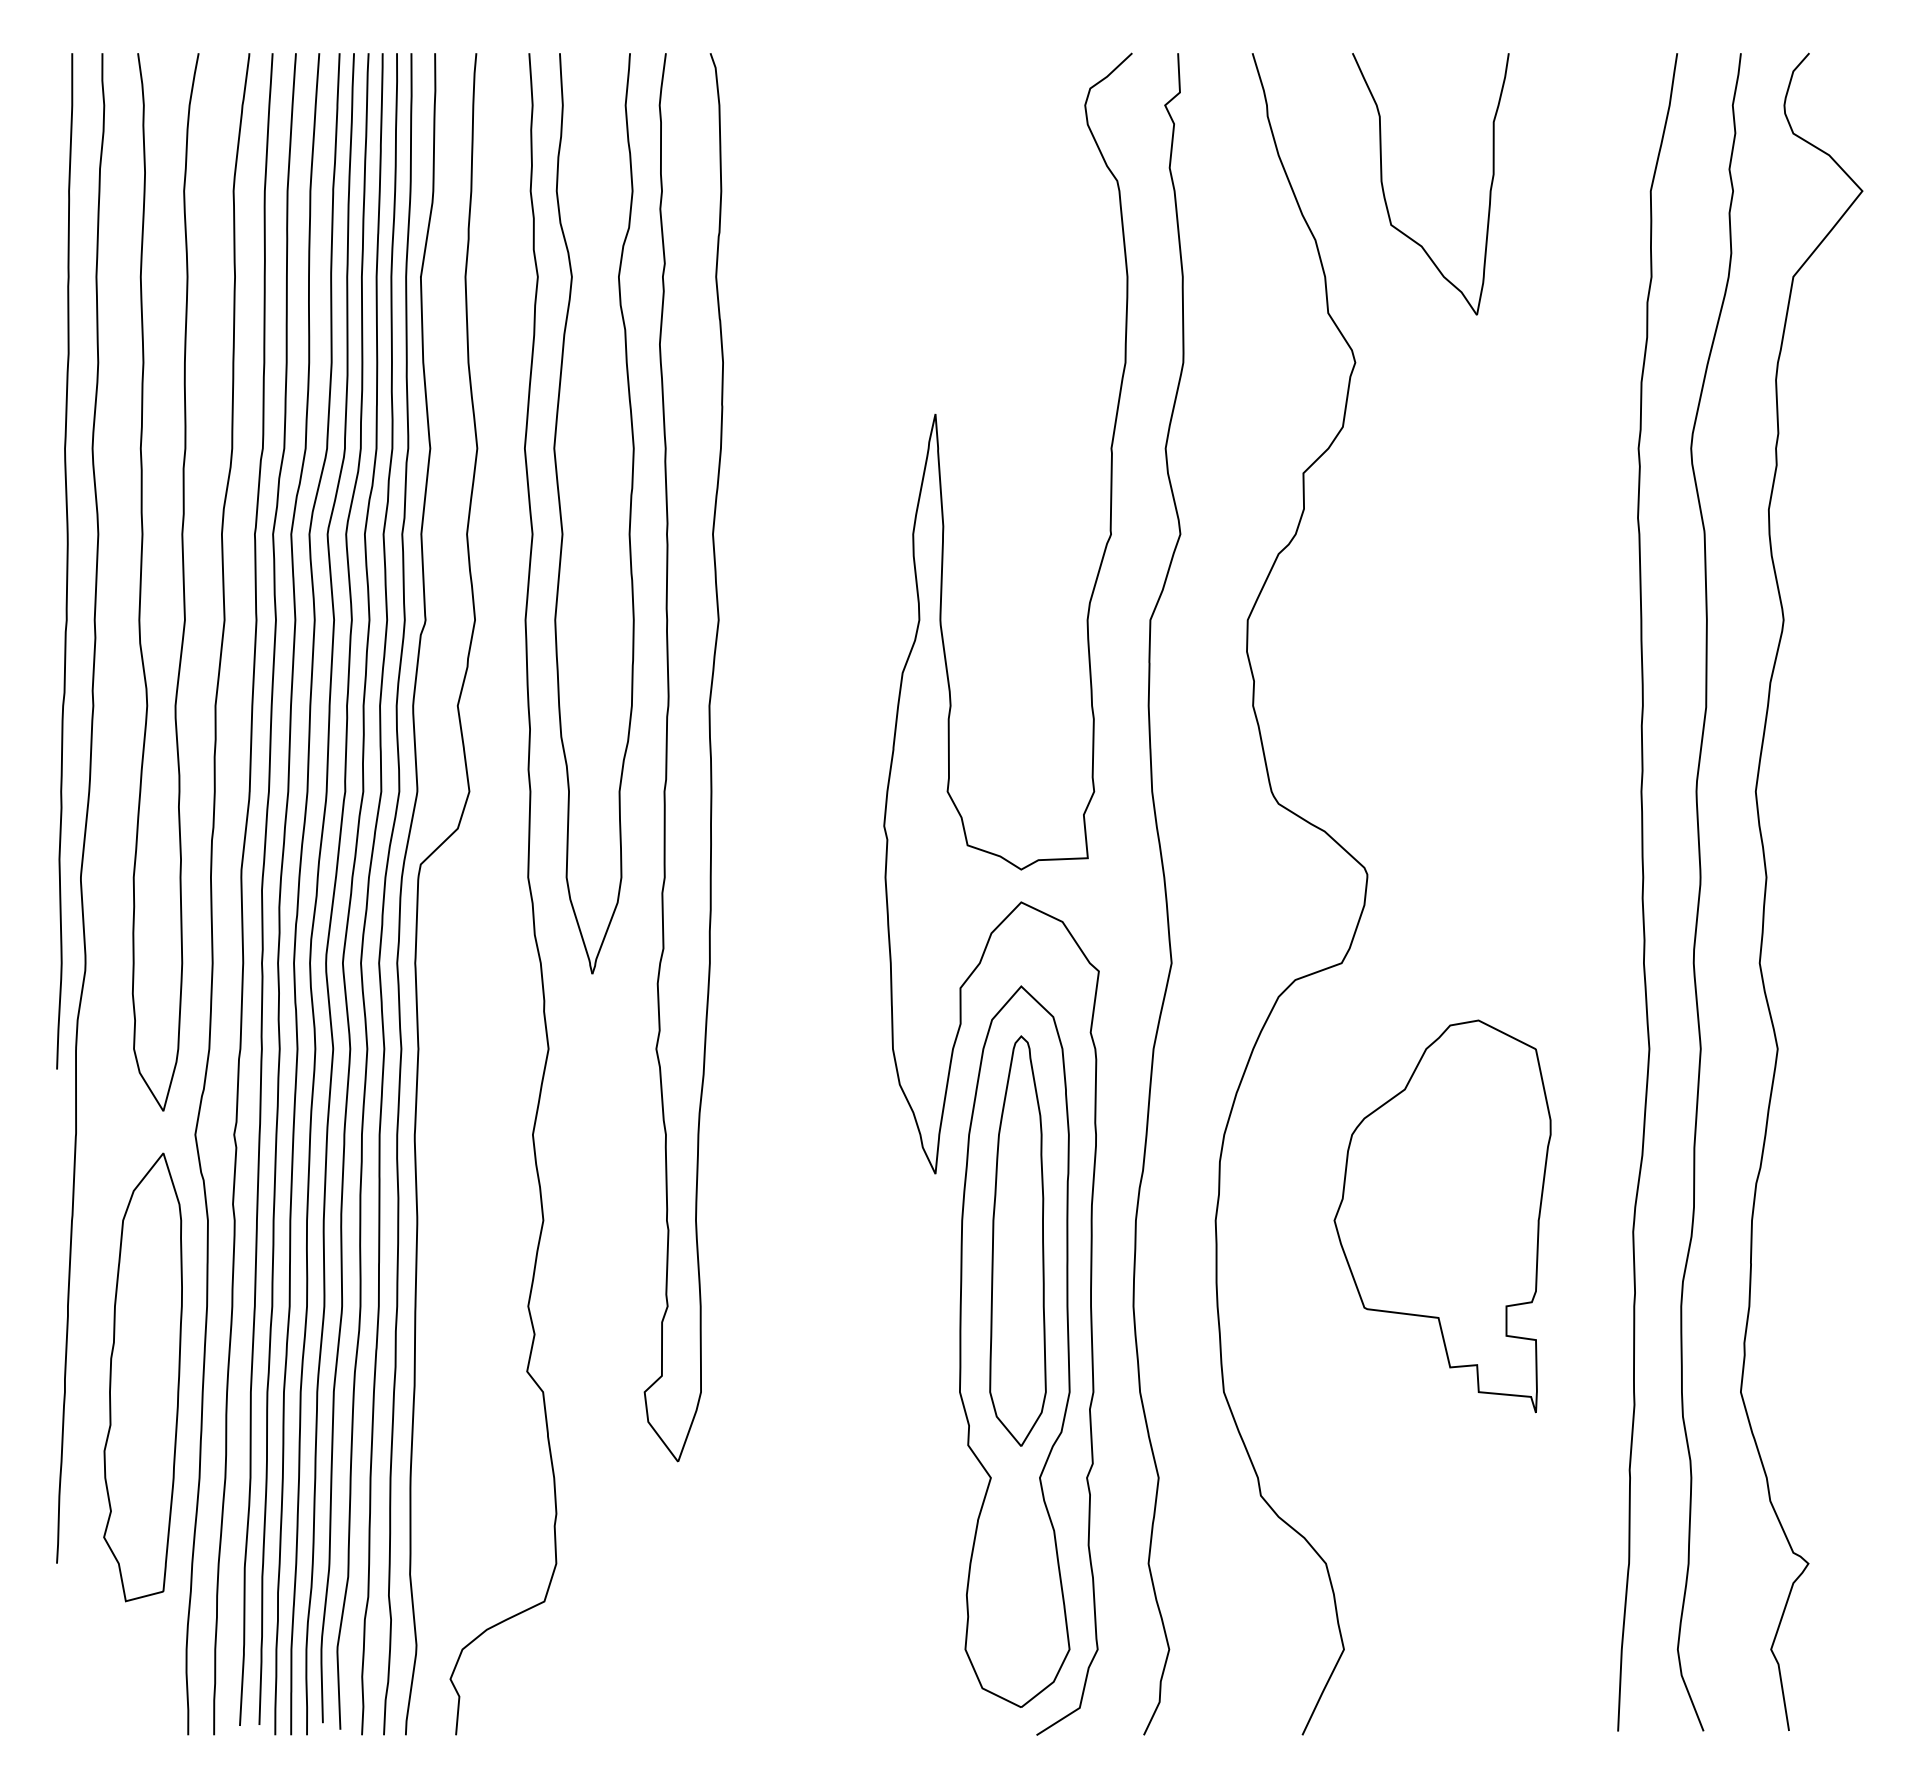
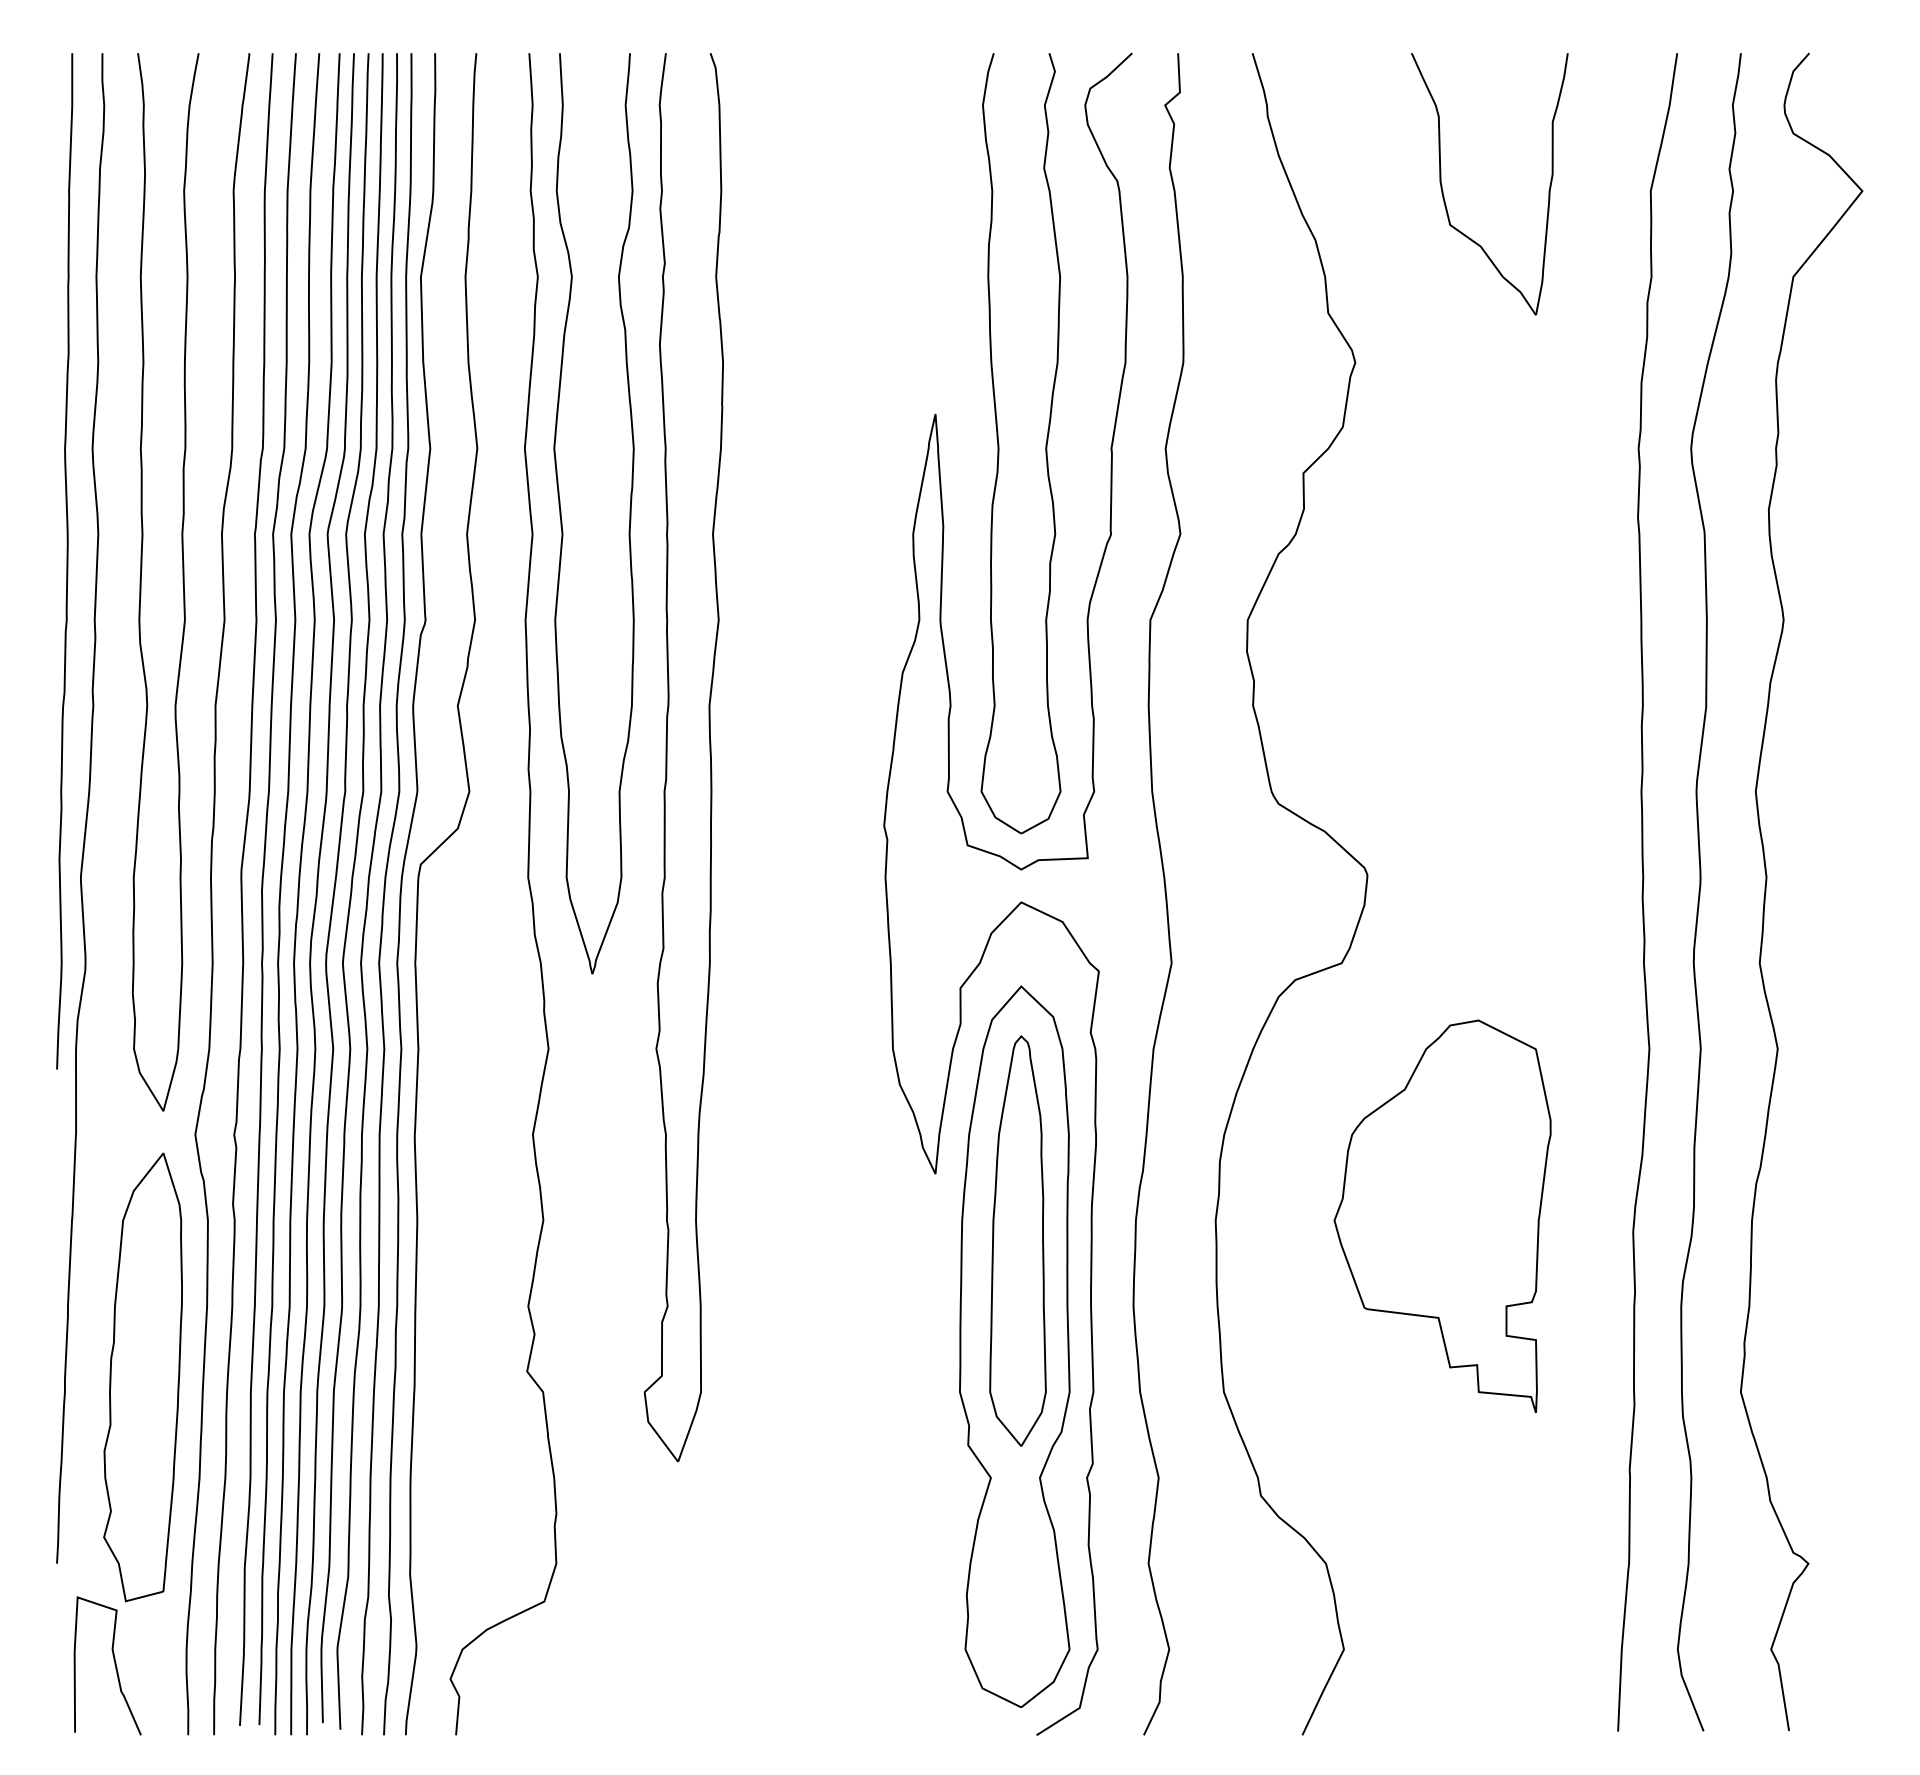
part at (1384, 191) position: (1384, 191) -> (1443, 191)
part at (999, 443): none -> present
curve at (114, 1664): none -> present
